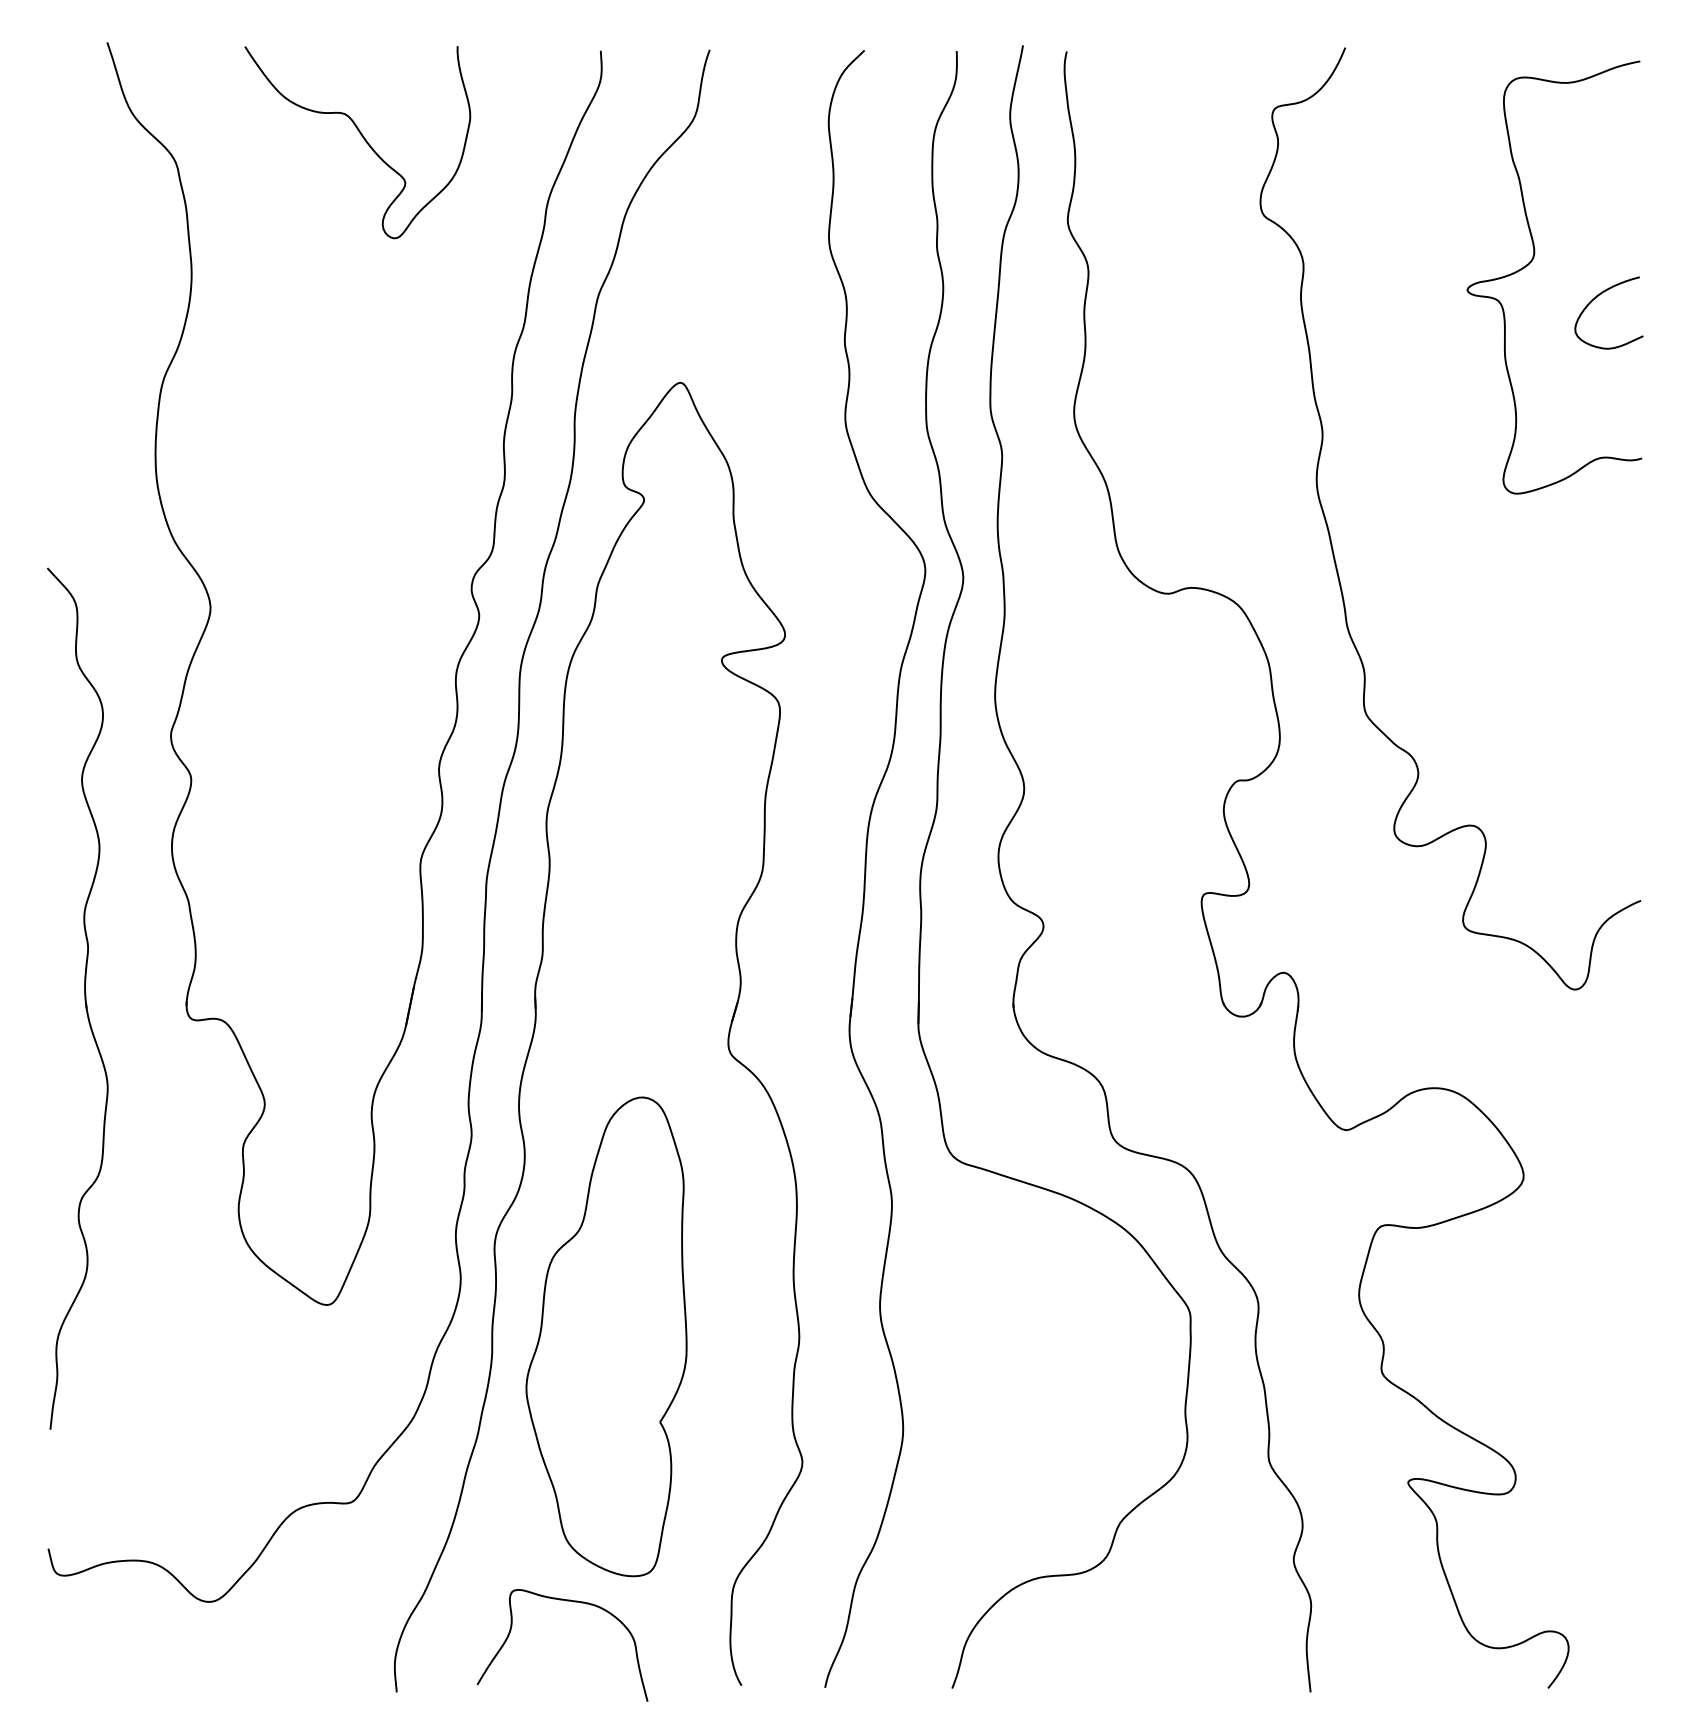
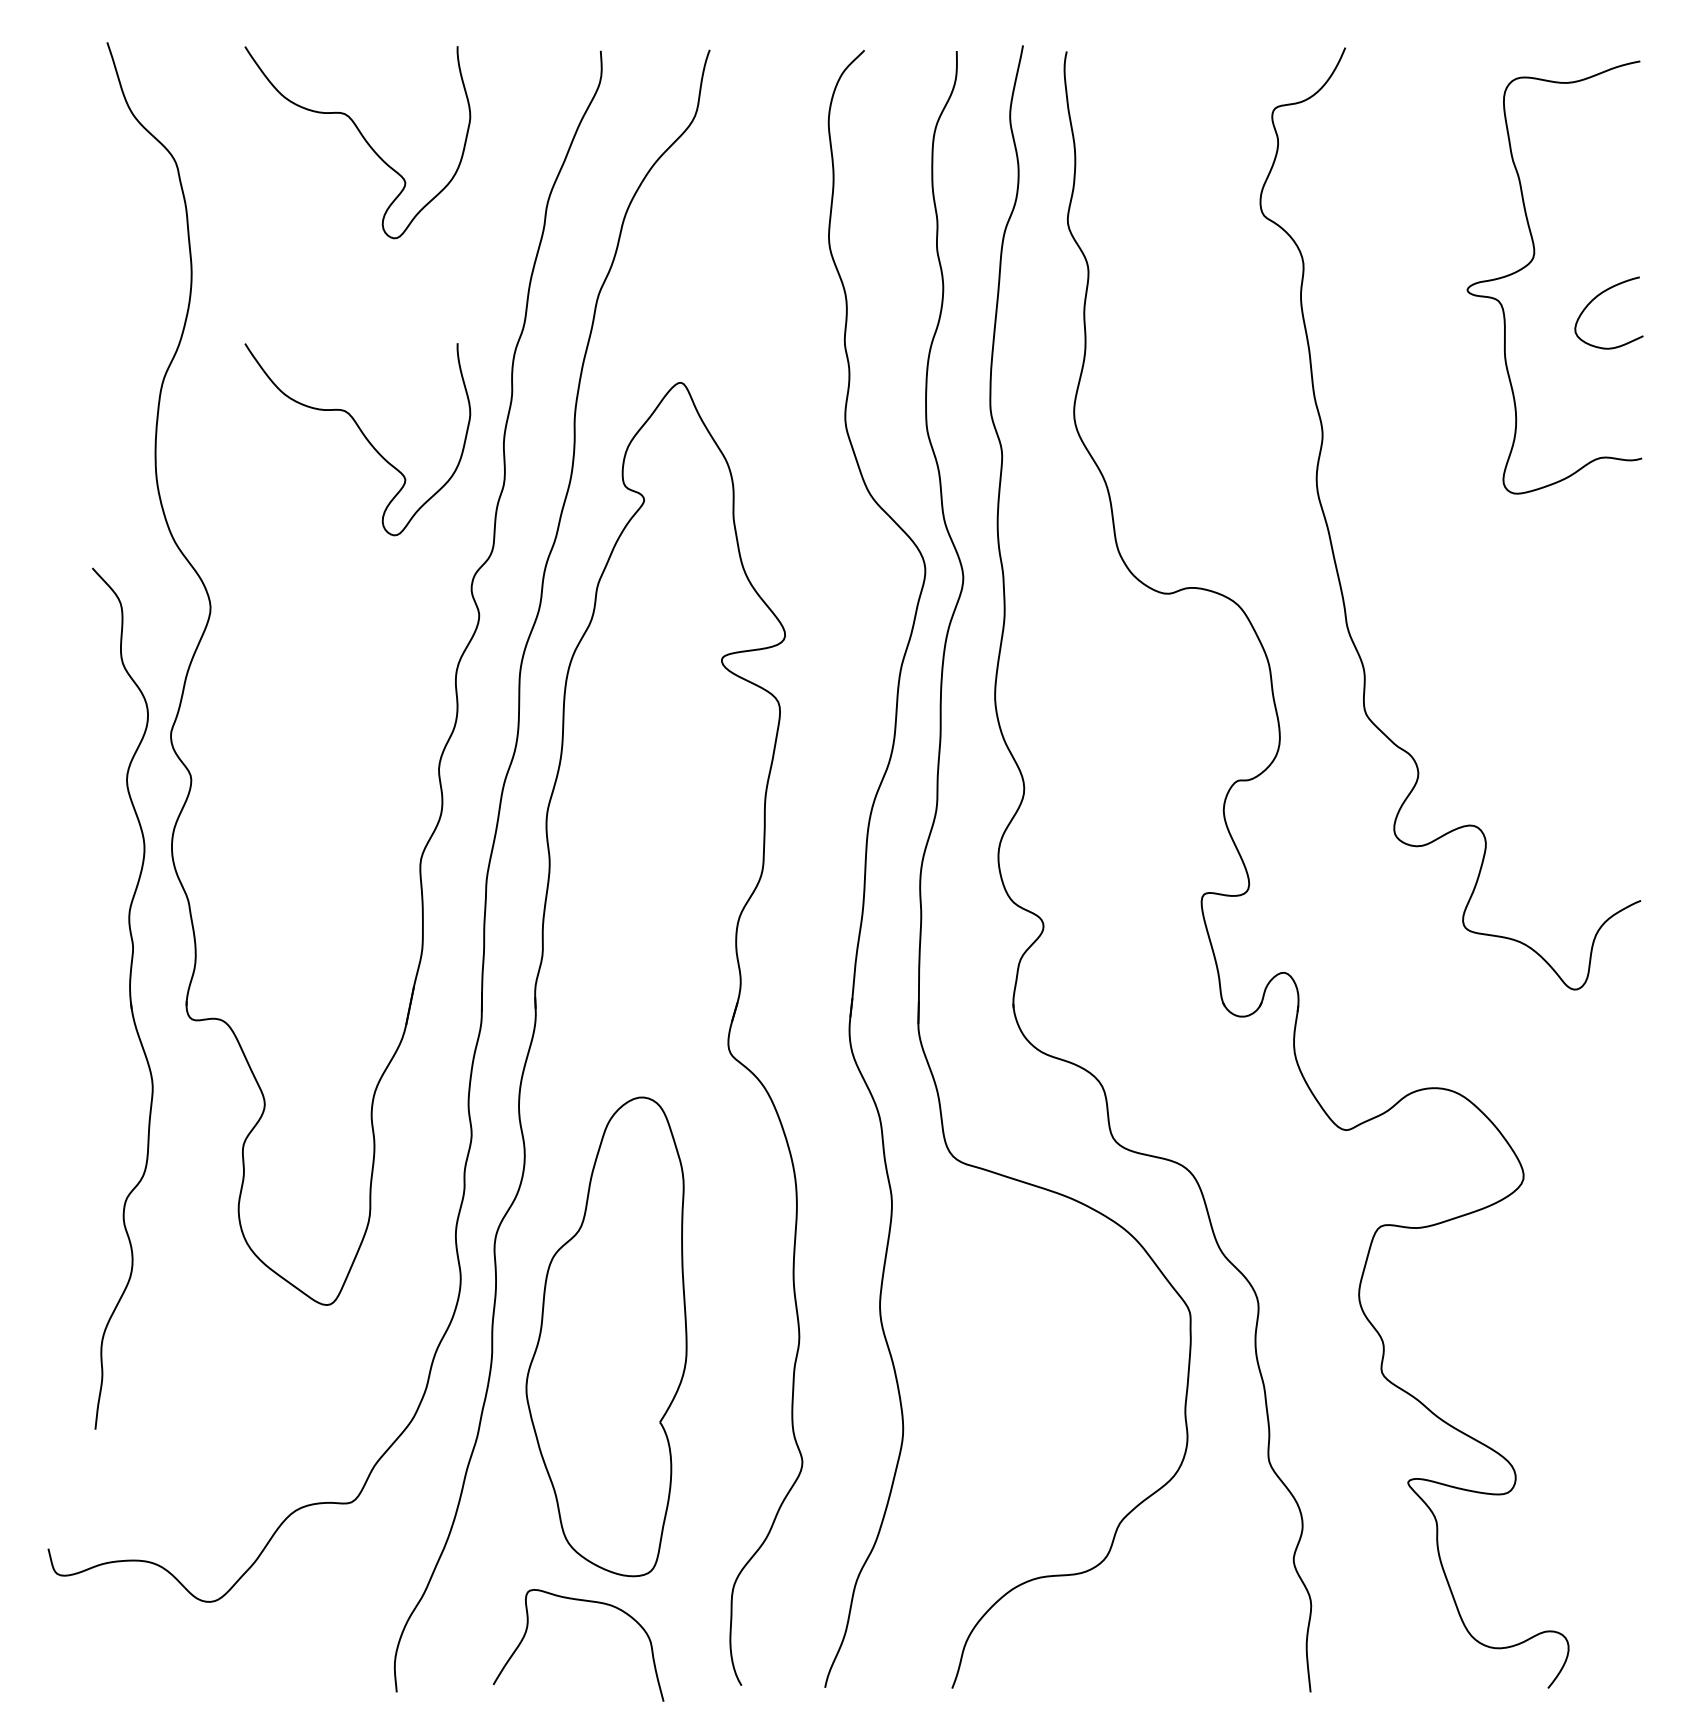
curve at (363, 436): none -> present
part at (84, 998) position: (84, 998) -> (129, 998)
curve at (566, 1601) position: (566, 1601) -> (582, 1601)
